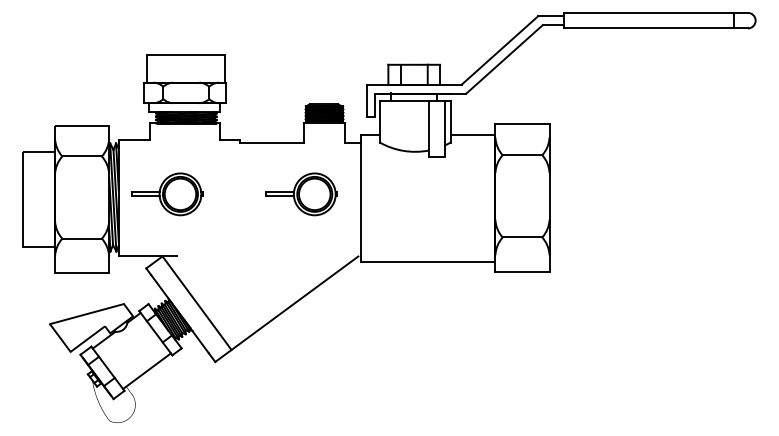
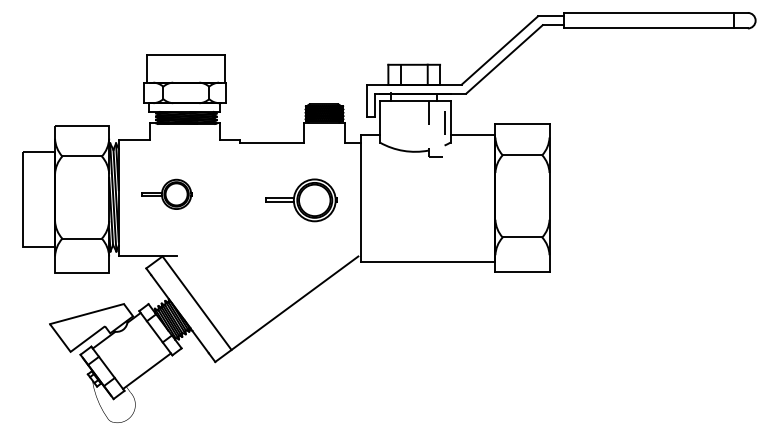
line at (436, 156): solid -> dashed
part at (167, 194) size: 73x45 px -> 52x32 px
part at (301, 194) position: (301, 194) -> (301, 200)
